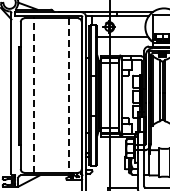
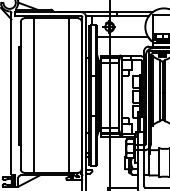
line at (33, 95): dashed -> solid
line at (68, 96): dashed -> solid
